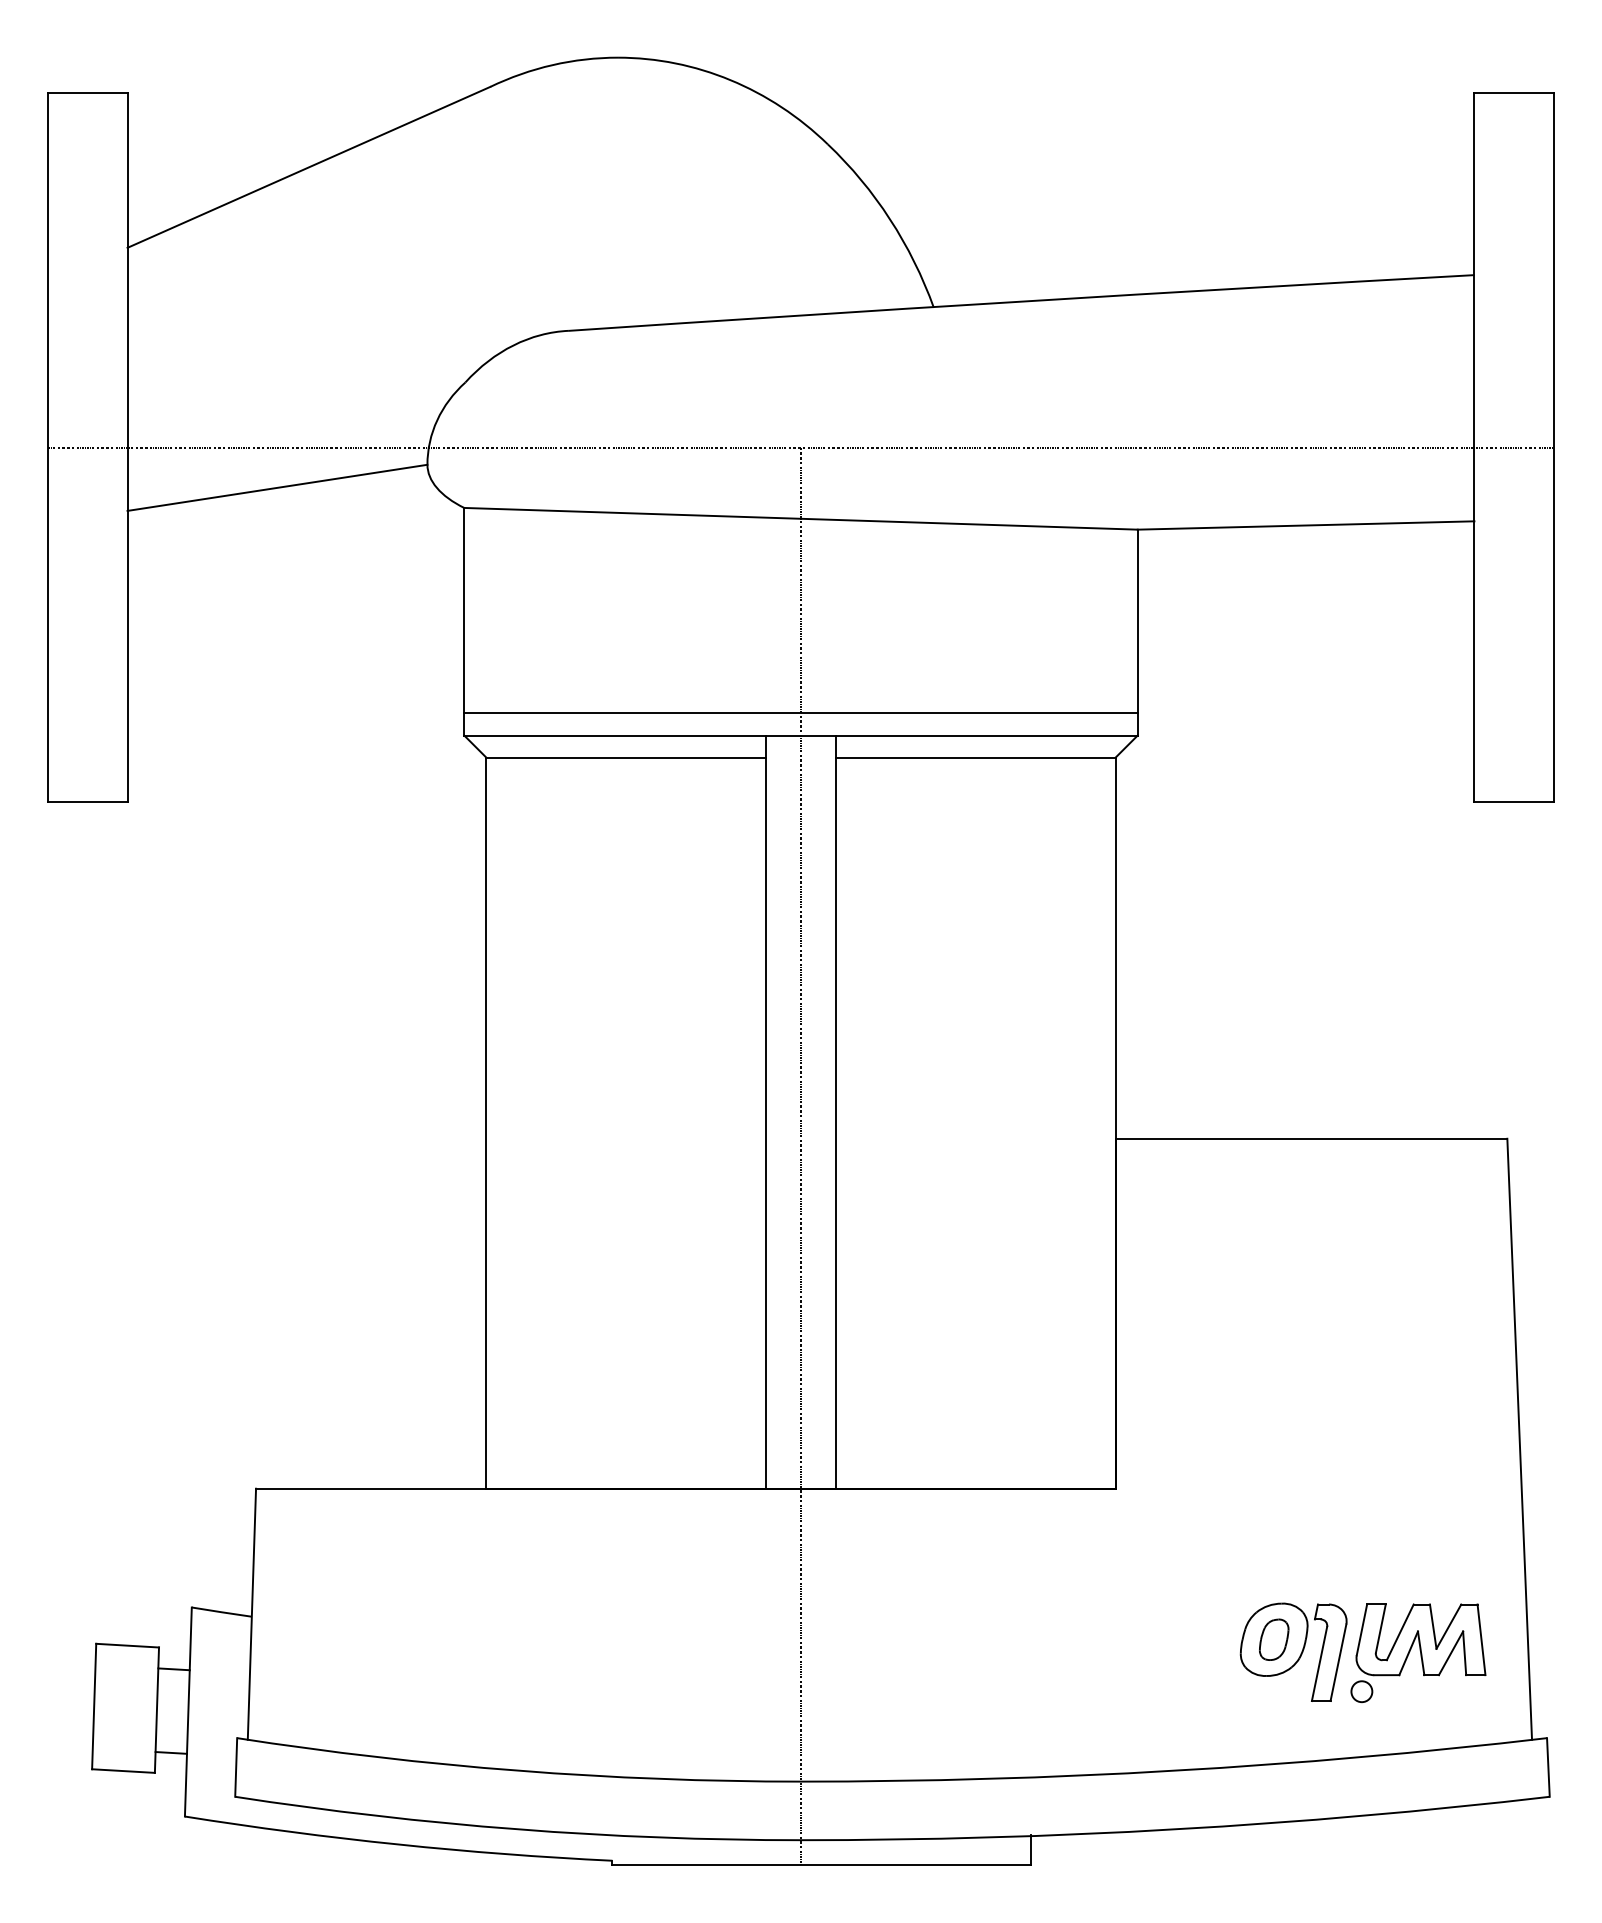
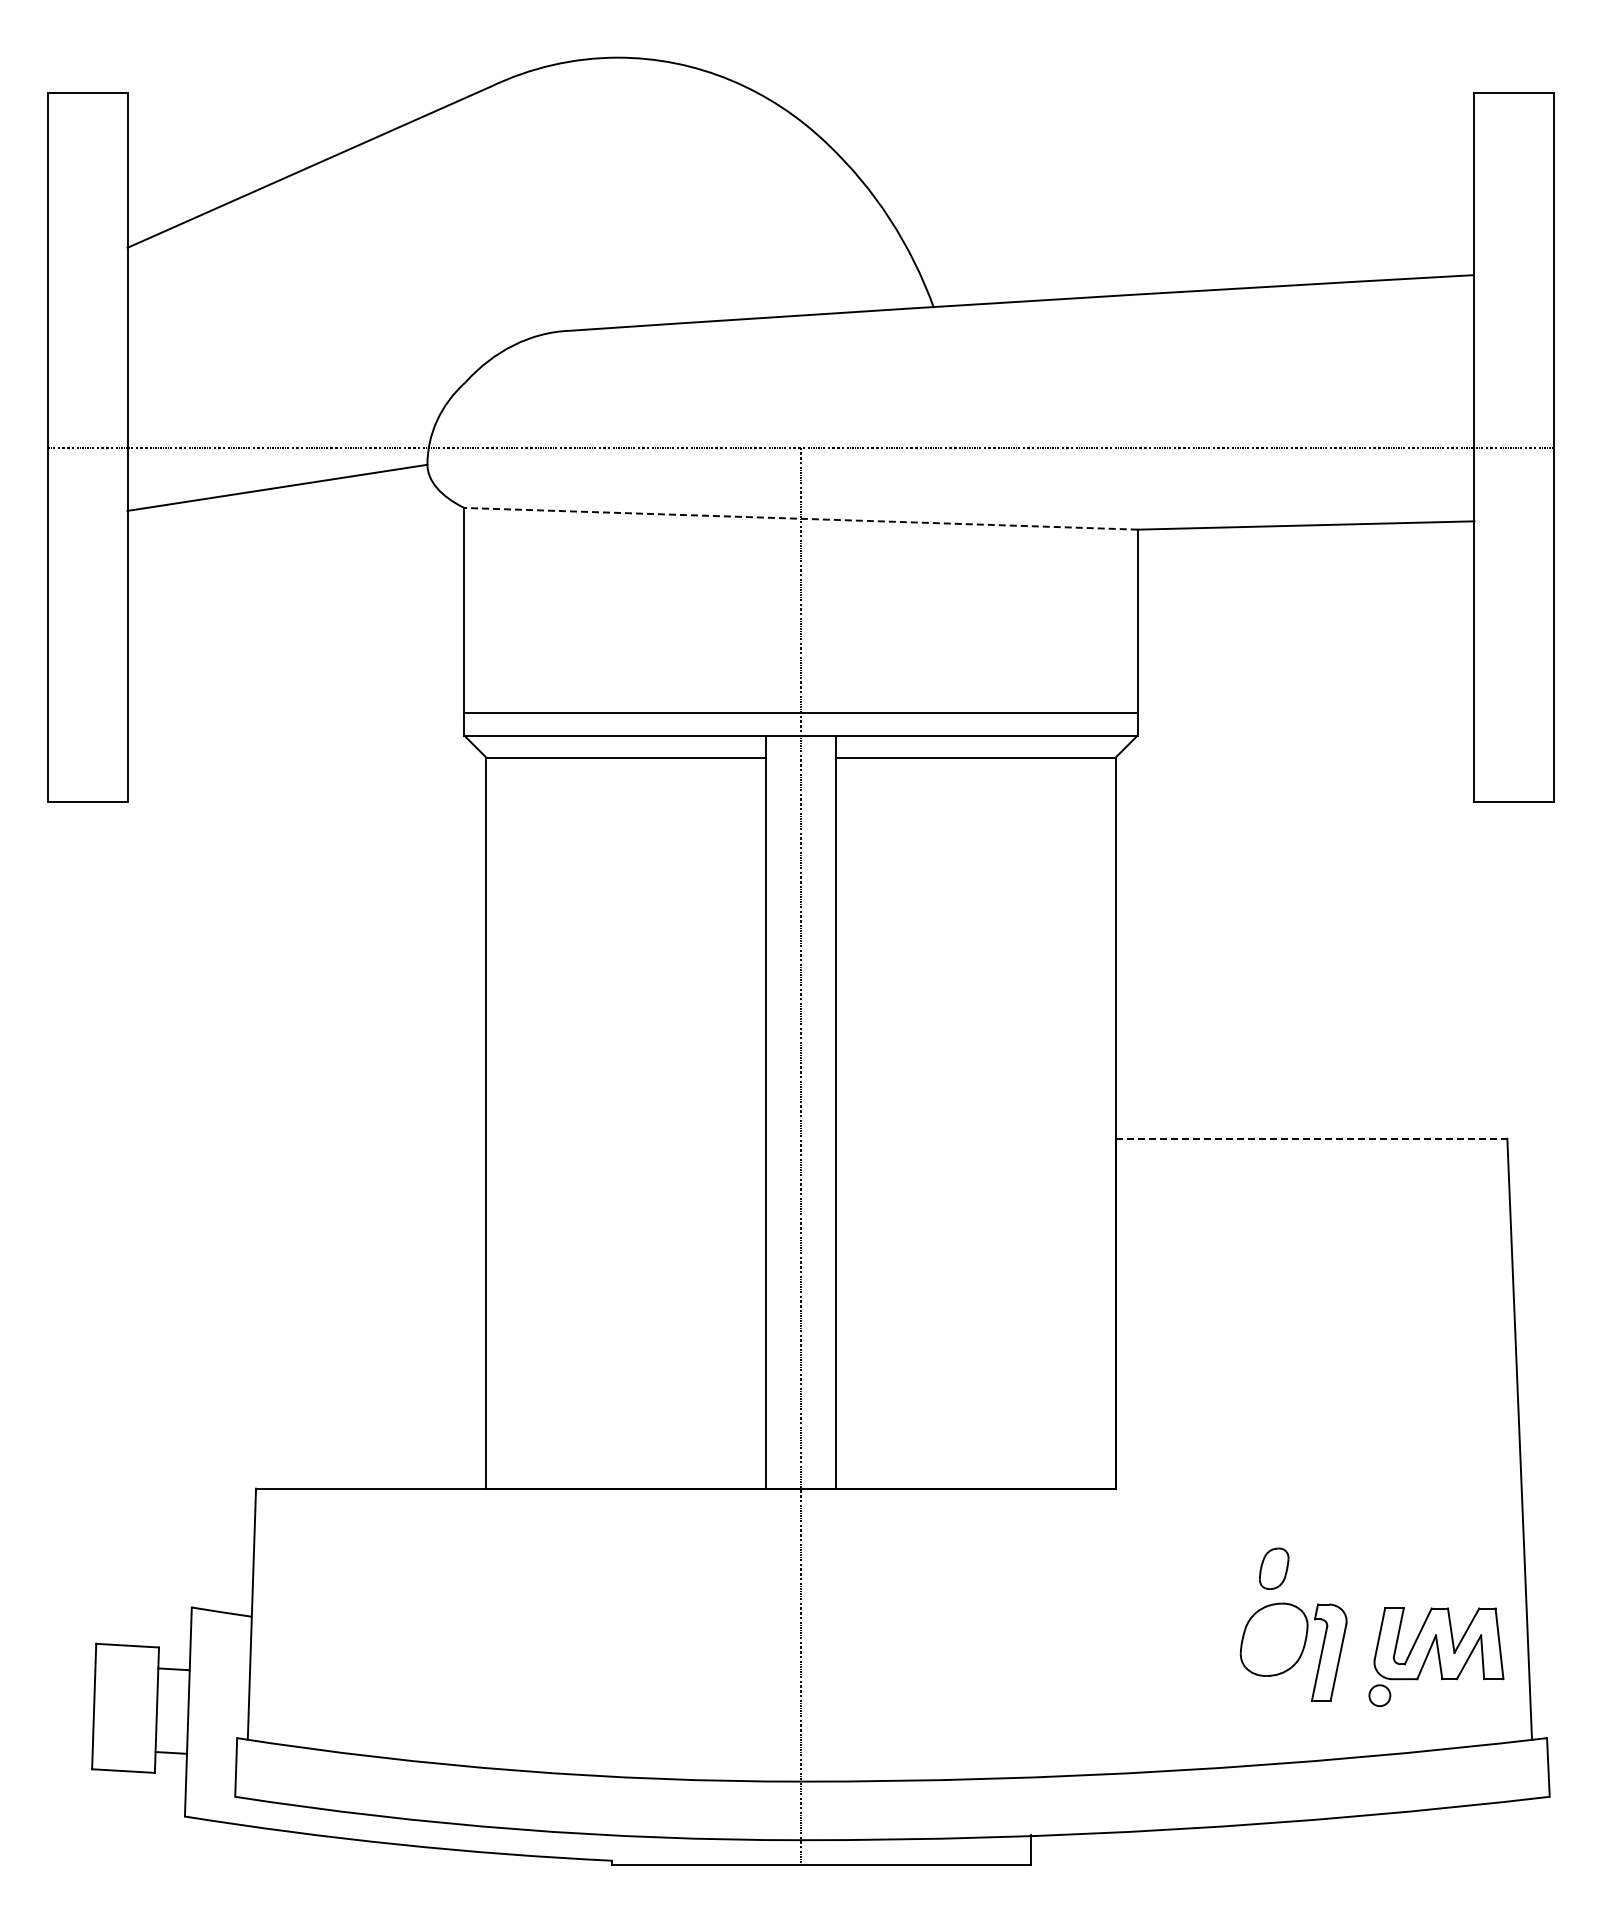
line at (801, 518): solid -> dashed
line at (1311, 1138): solid -> dashed
part at (1274, 1639) position: (1274, 1639) -> (1274, 1568)
part at (1418, 1653) position: (1418, 1653) -> (1436, 1657)
